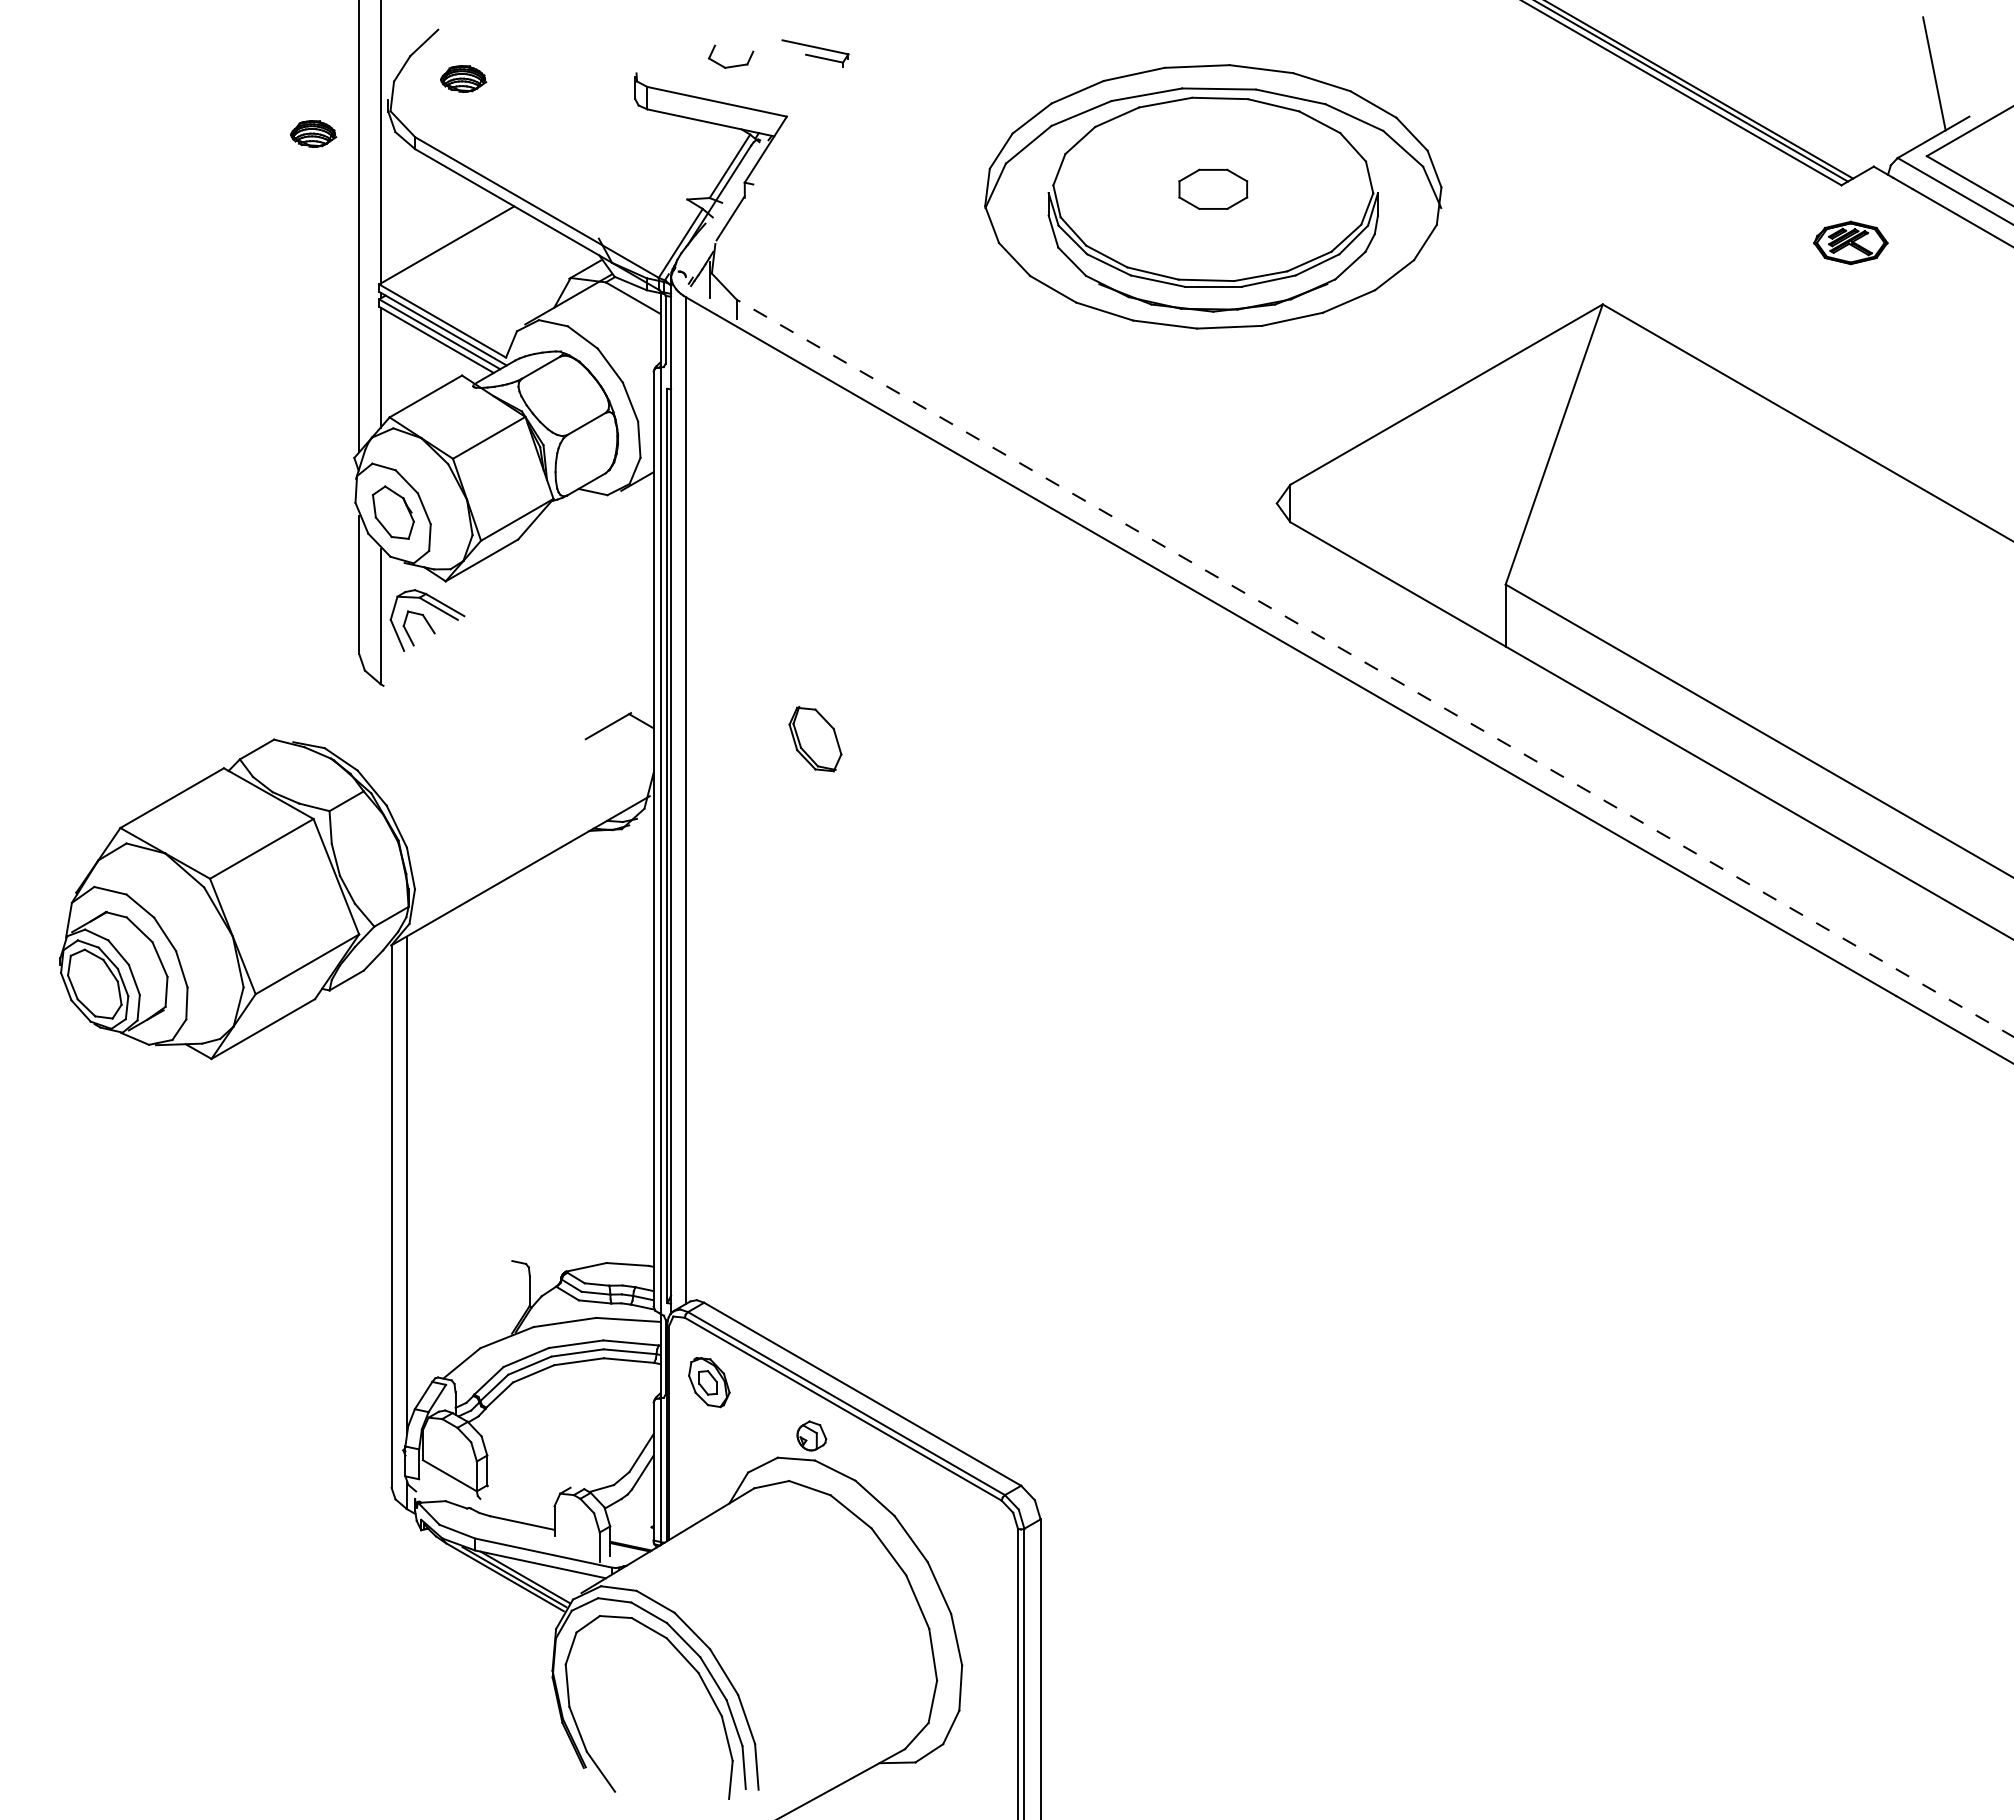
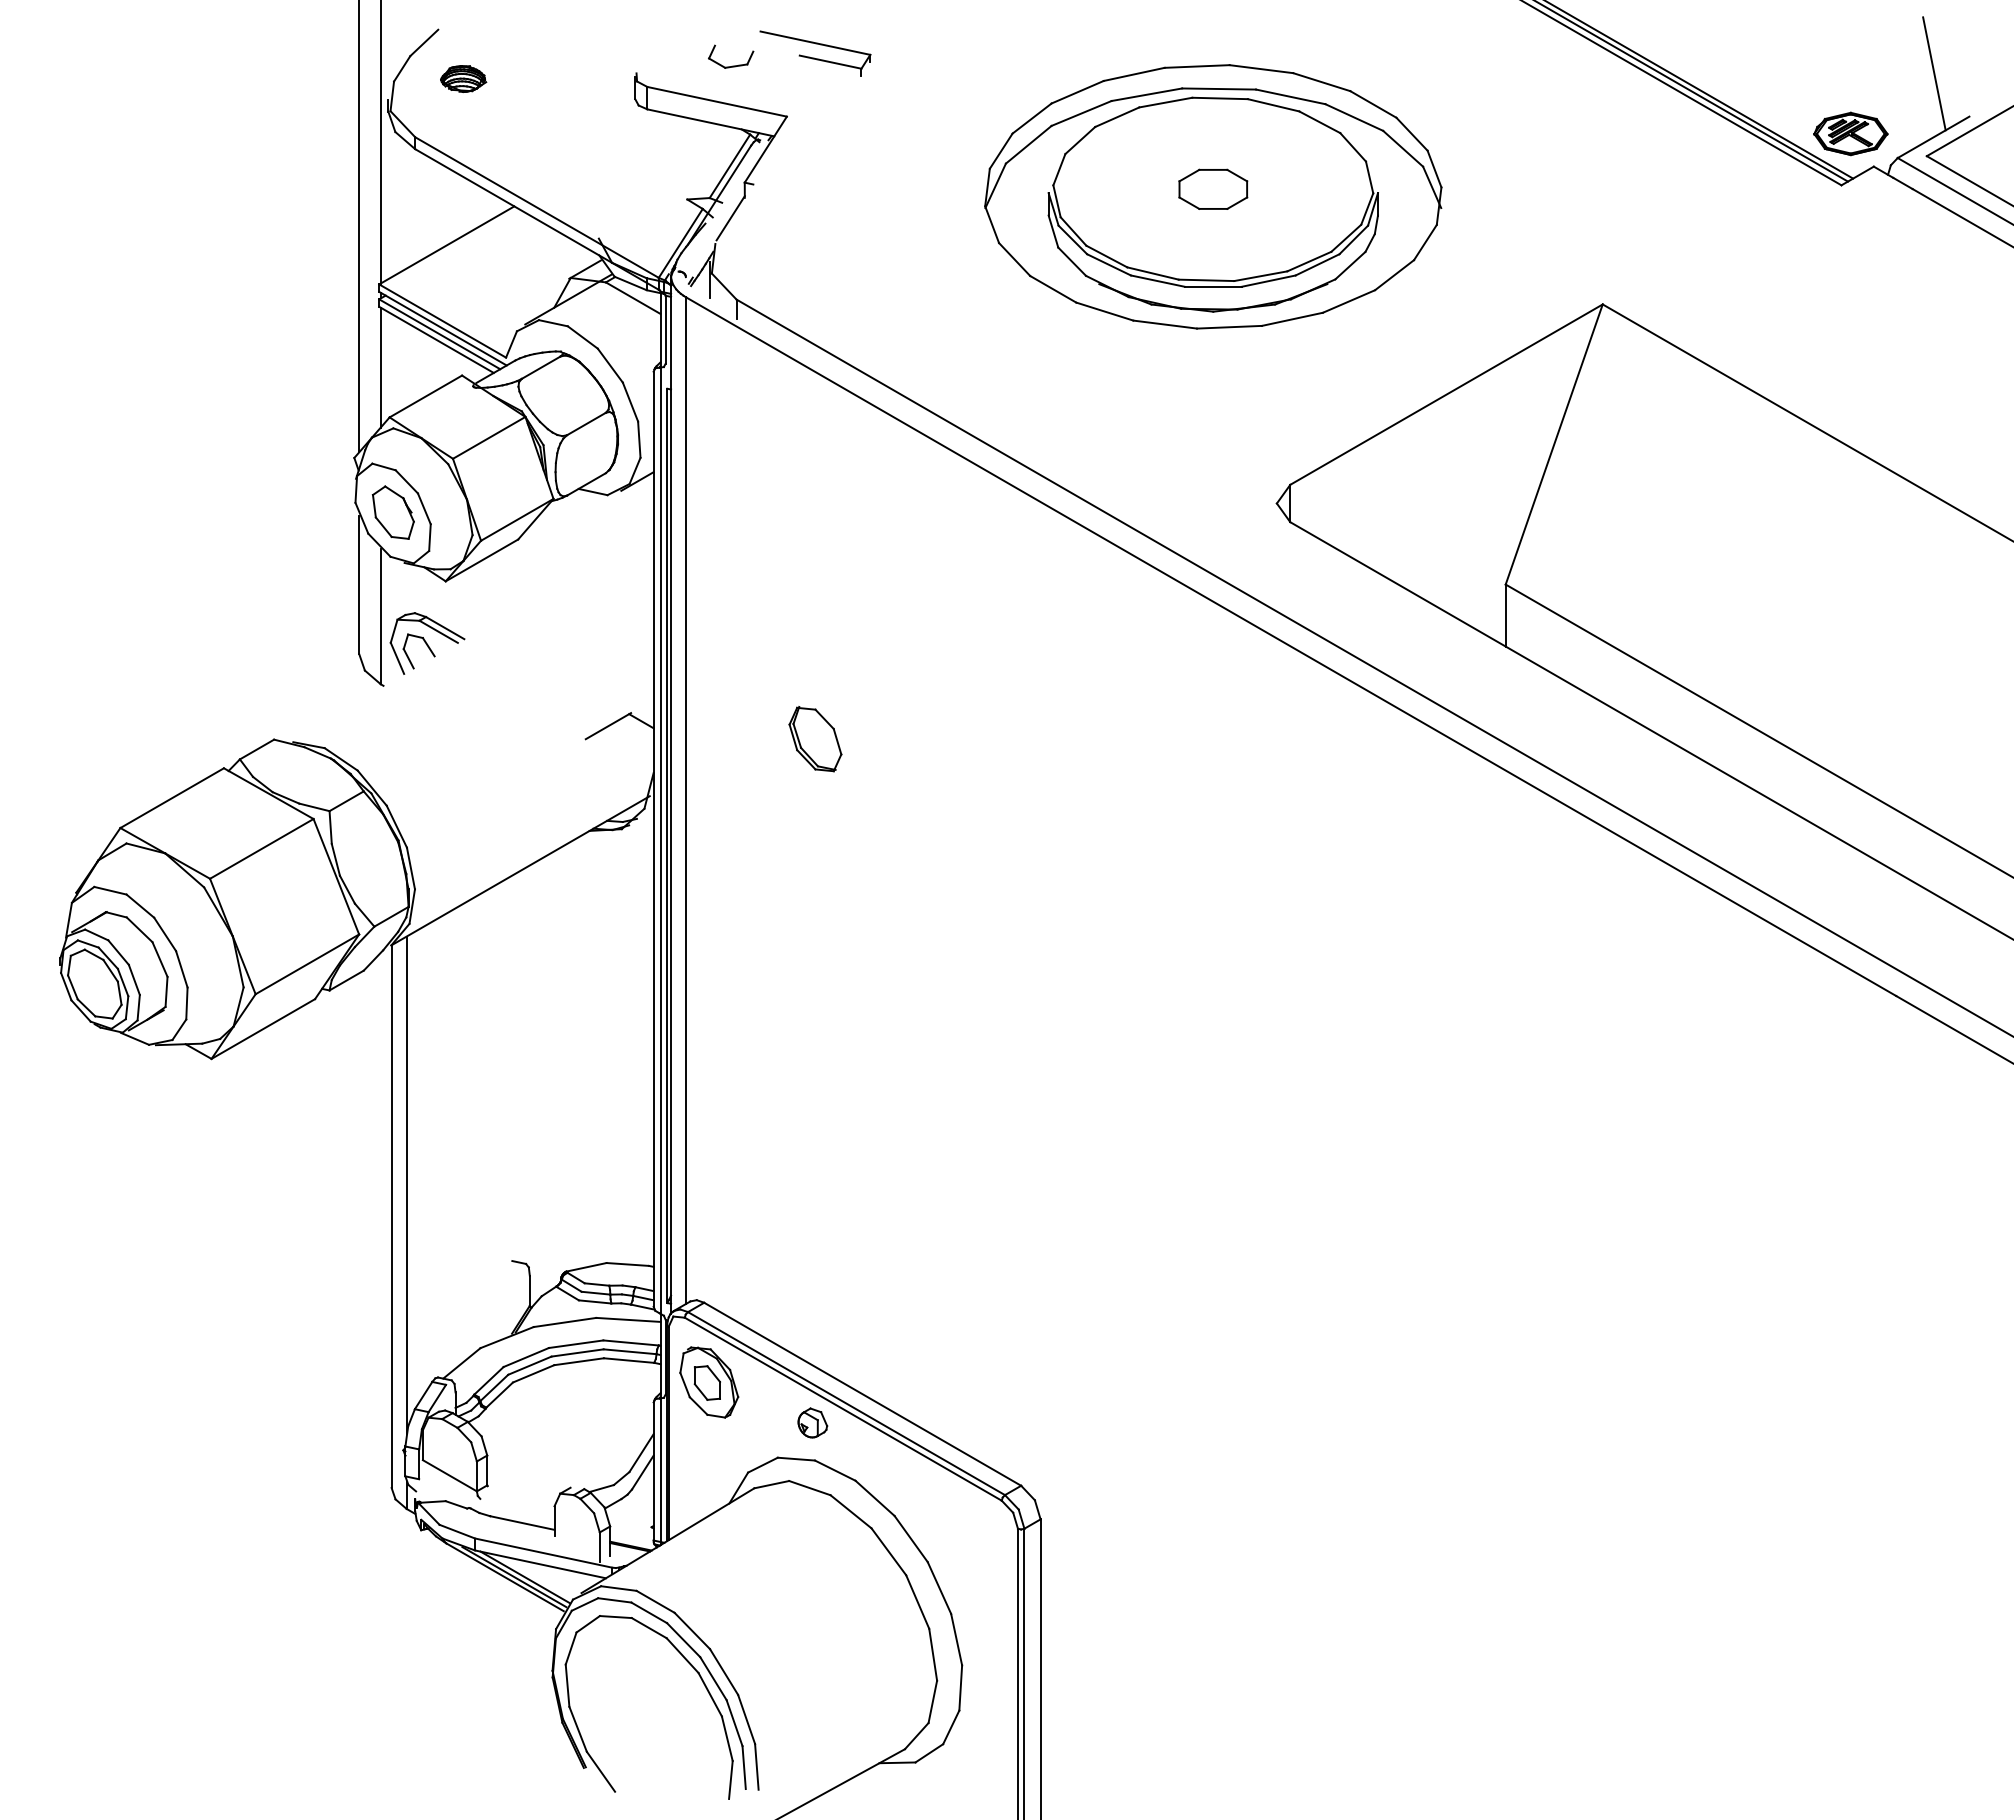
part at (815, 53) size: 69x29 px -> 113x47 px
part at (313, 133): present -> none
part at (1850, 242) position: (1850, 242) -> (1850, 133)
part at (427, 620) position: (427, 620) -> (427, 643)
line at (1374, 667): dashed -> solid
part at (709, 1382) size: 43x52 px -> 61x73 px
part at (811, 1435) position: (811, 1435) -> (812, 1422)
